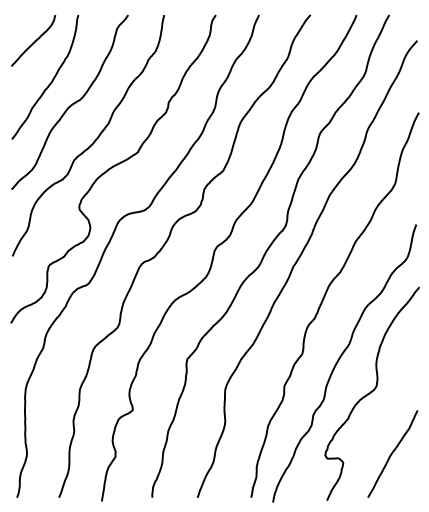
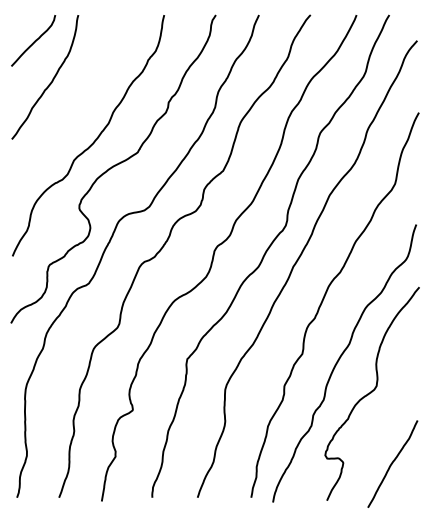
curve at (70, 104): present -> none
curve at (392, 453) position: (392, 453) -> (392, 463)
